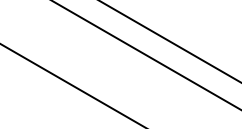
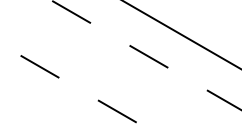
line at (170, 41) position: (170, 41) -> (181, 34)
line at (146, 55): solid -> dashed
line at (73, 86): solid -> dashed
